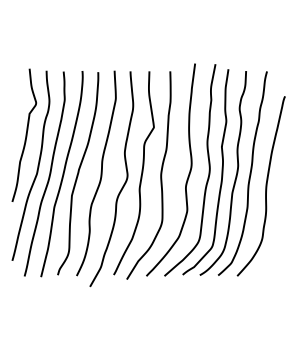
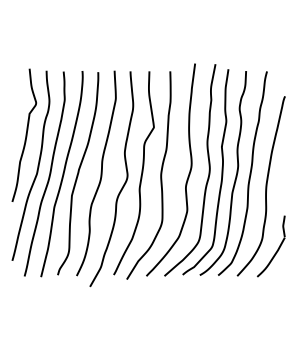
part at (276, 250): none -> present
